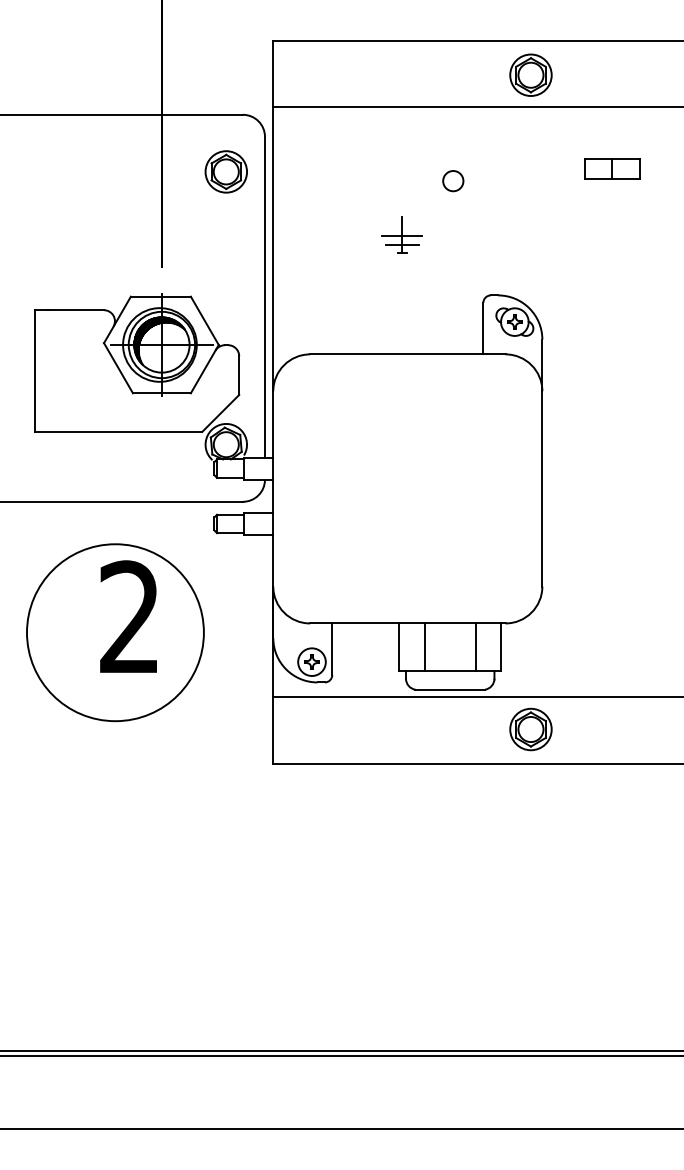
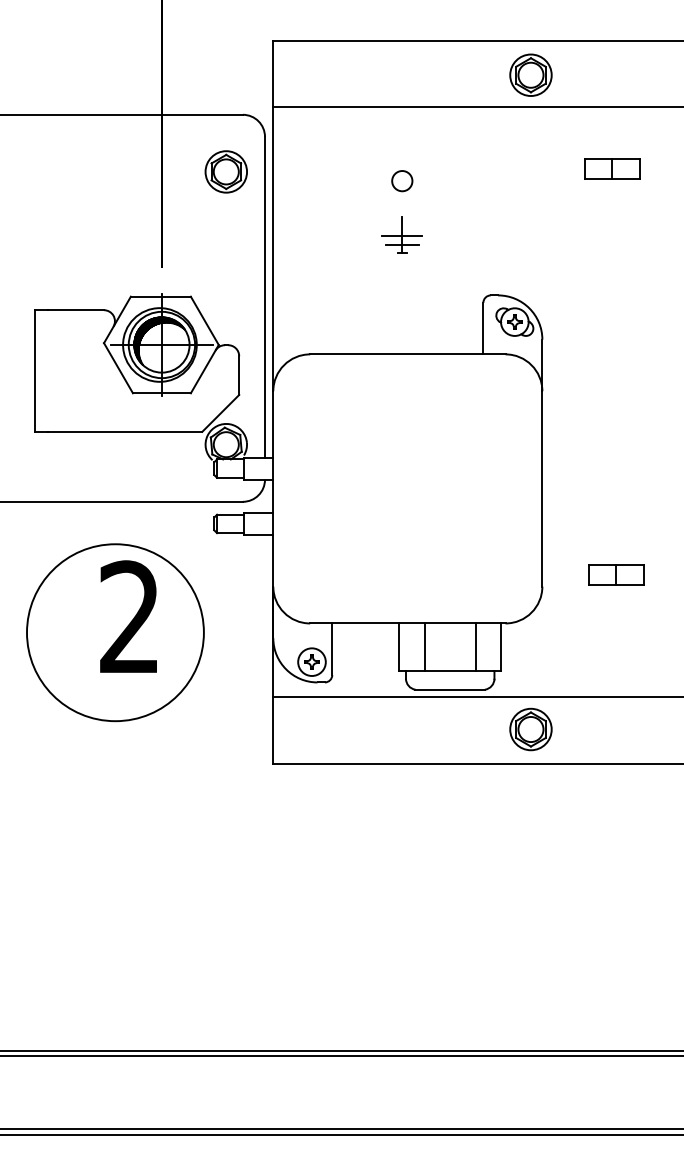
circle at (453, 181) position: (453, 181) -> (402, 181)
part at (616, 574): none -> present
line at (341, 1134): none -> present
